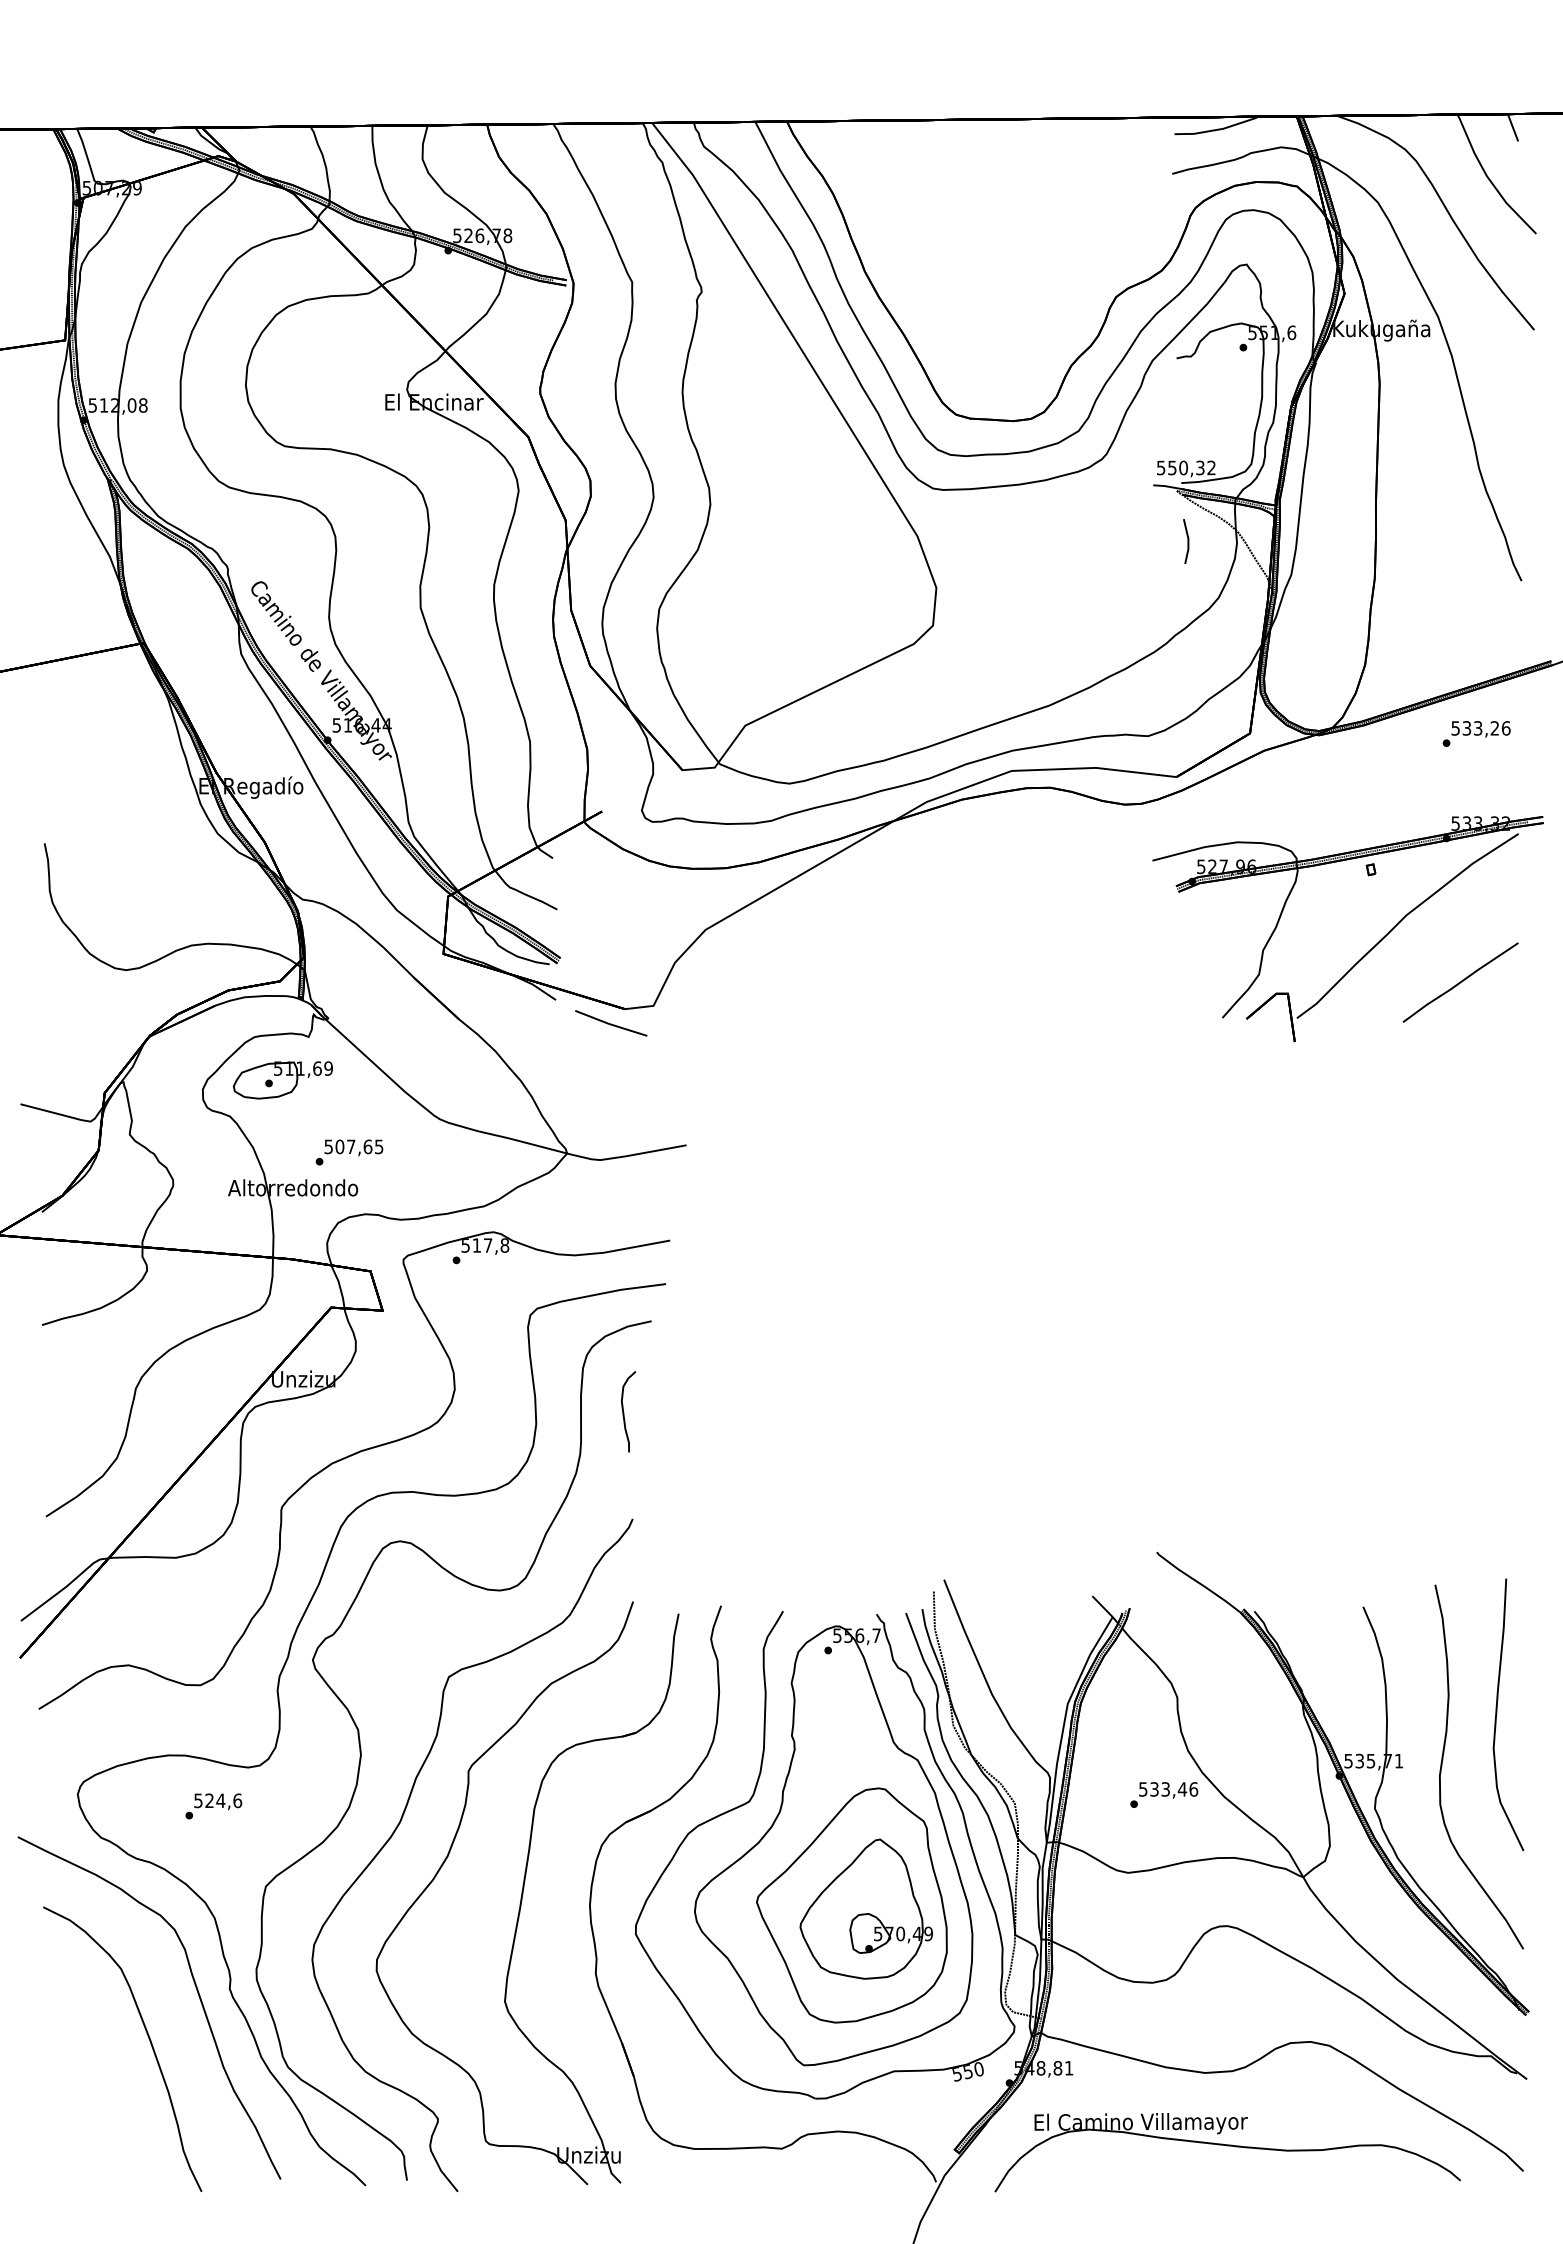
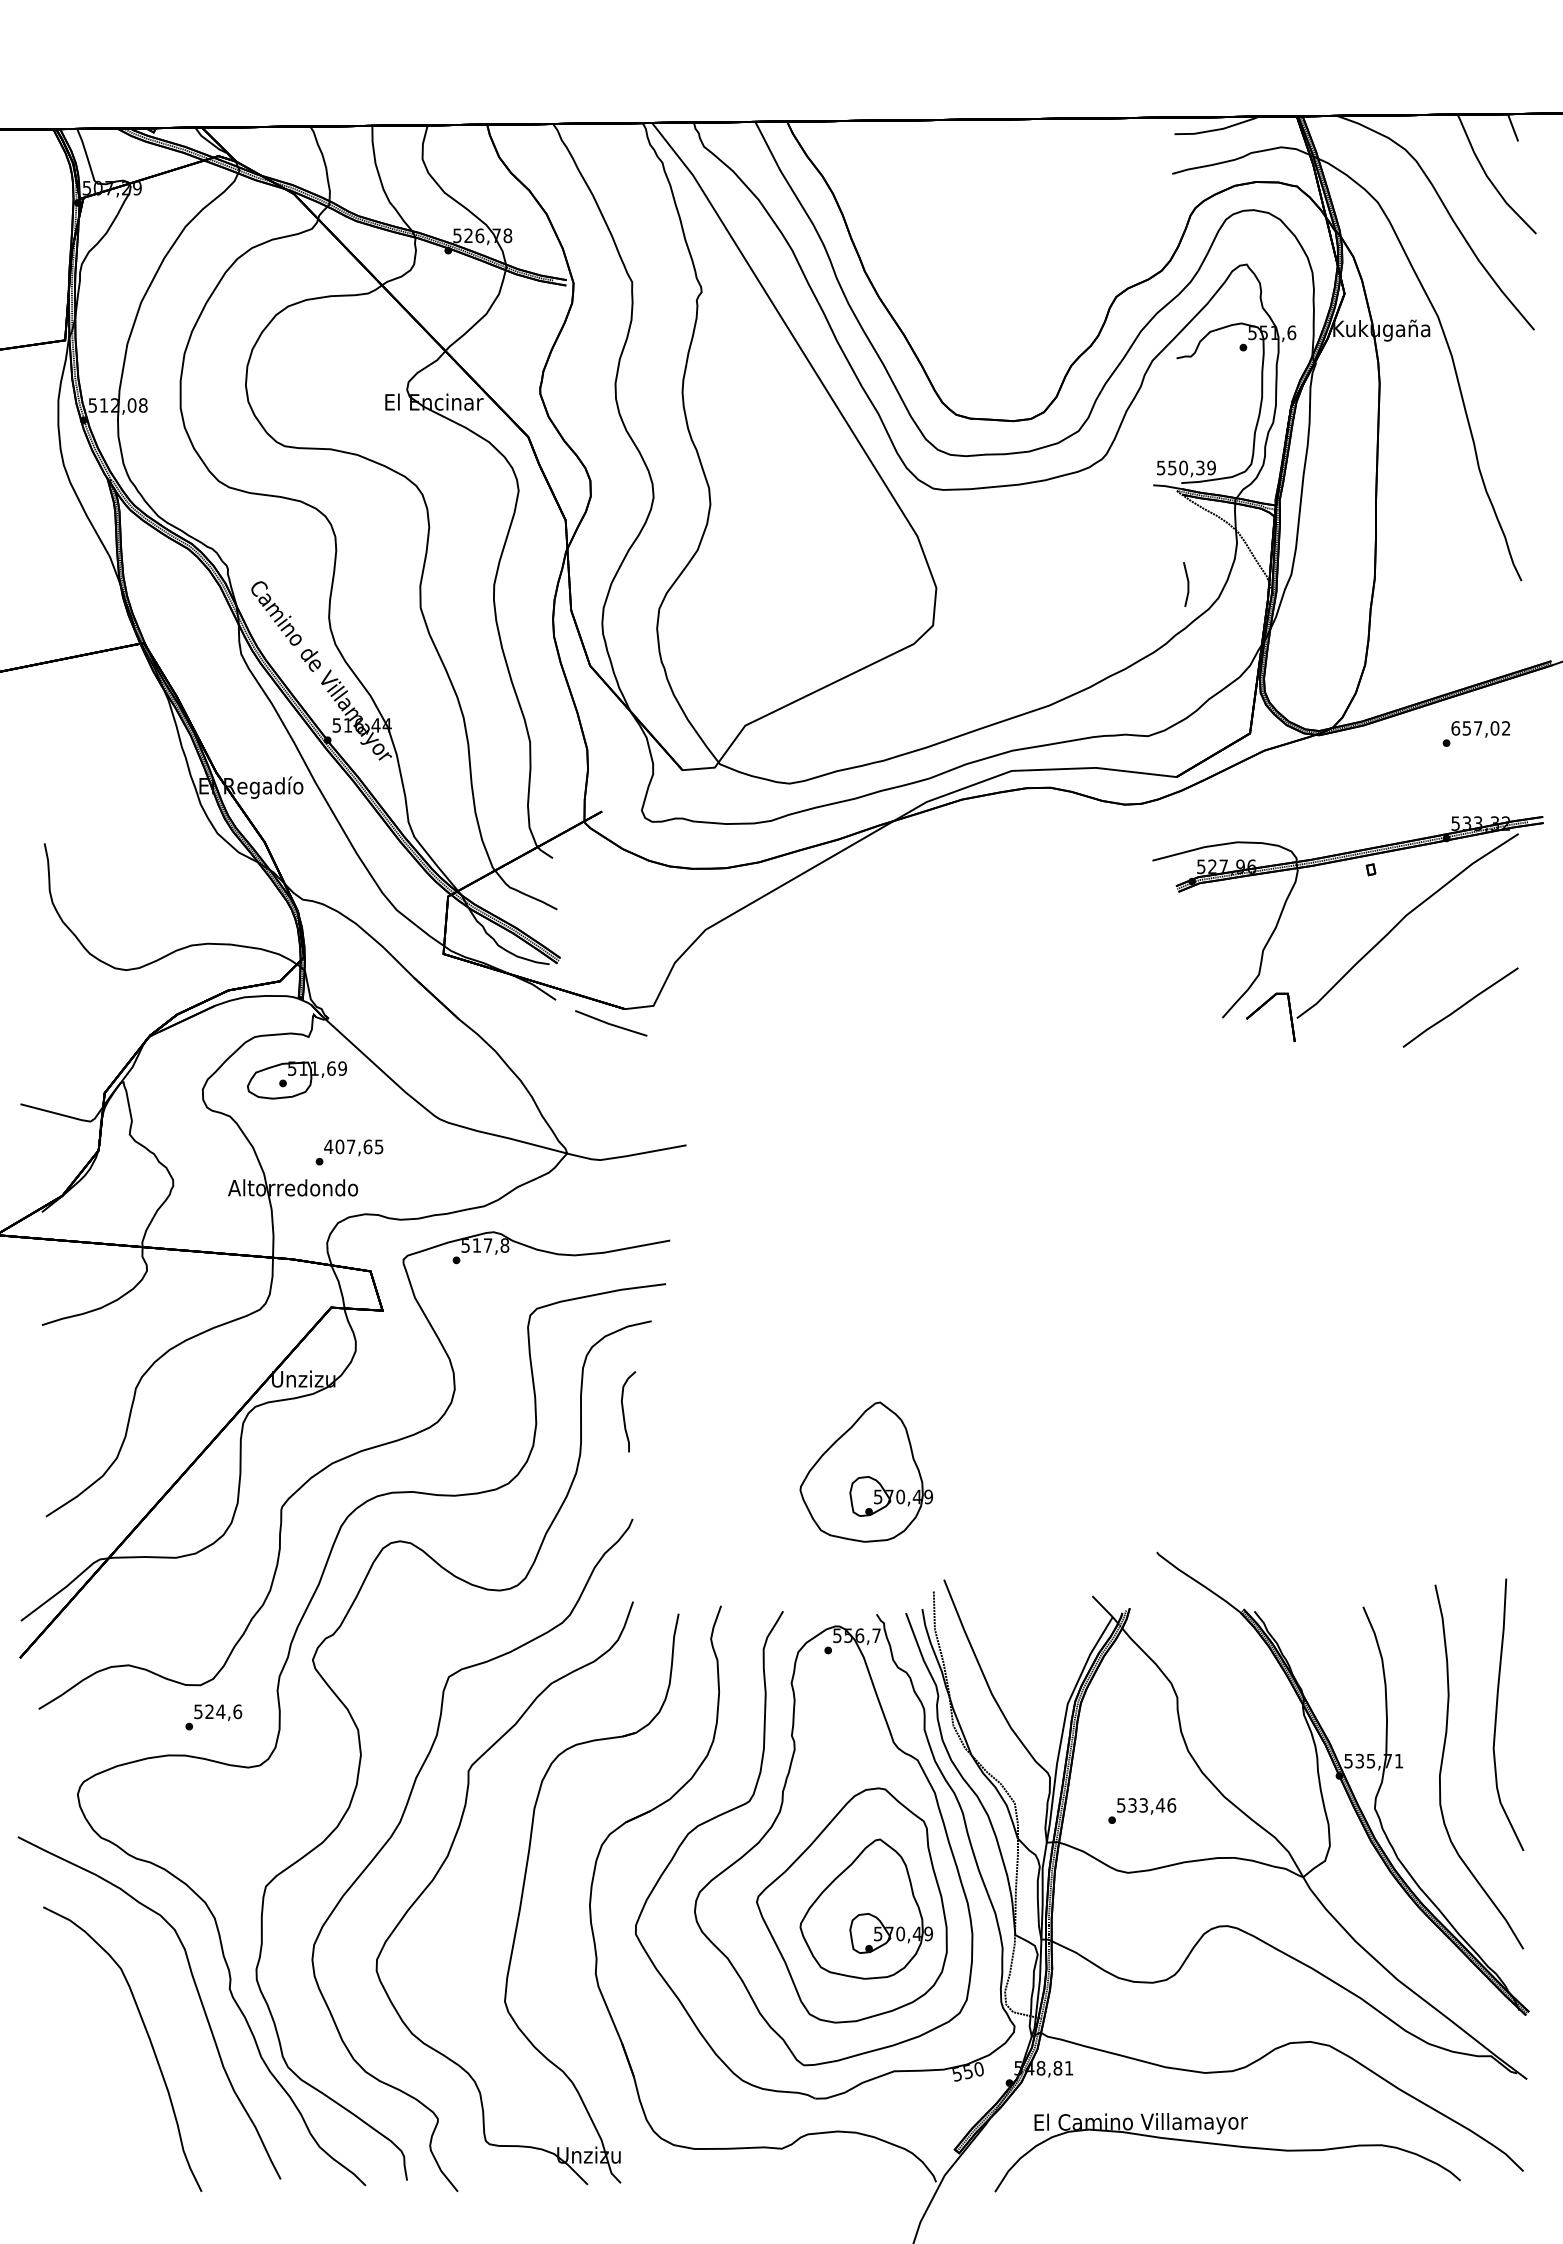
text at (1211, 467): 550,32 -> 550,39
line at (1187, 541) position: (1187, 541) -> (1187, 584)
text at (1480, 728): 533,26 -> 657,02
line at (1460, 982) position: (1460, 982) -> (1460, 1007)
part at (282, 1080) position: (282, 1080) -> (296, 1080)
text at (328, 1146): 507,65 -> 407,65
part at (865, 1471): none -> present
text at (1164, 1794) position: (1164, 1794) -> (1142, 1810)
text at (213, 1806) position: (213, 1806) -> (213, 1717)
